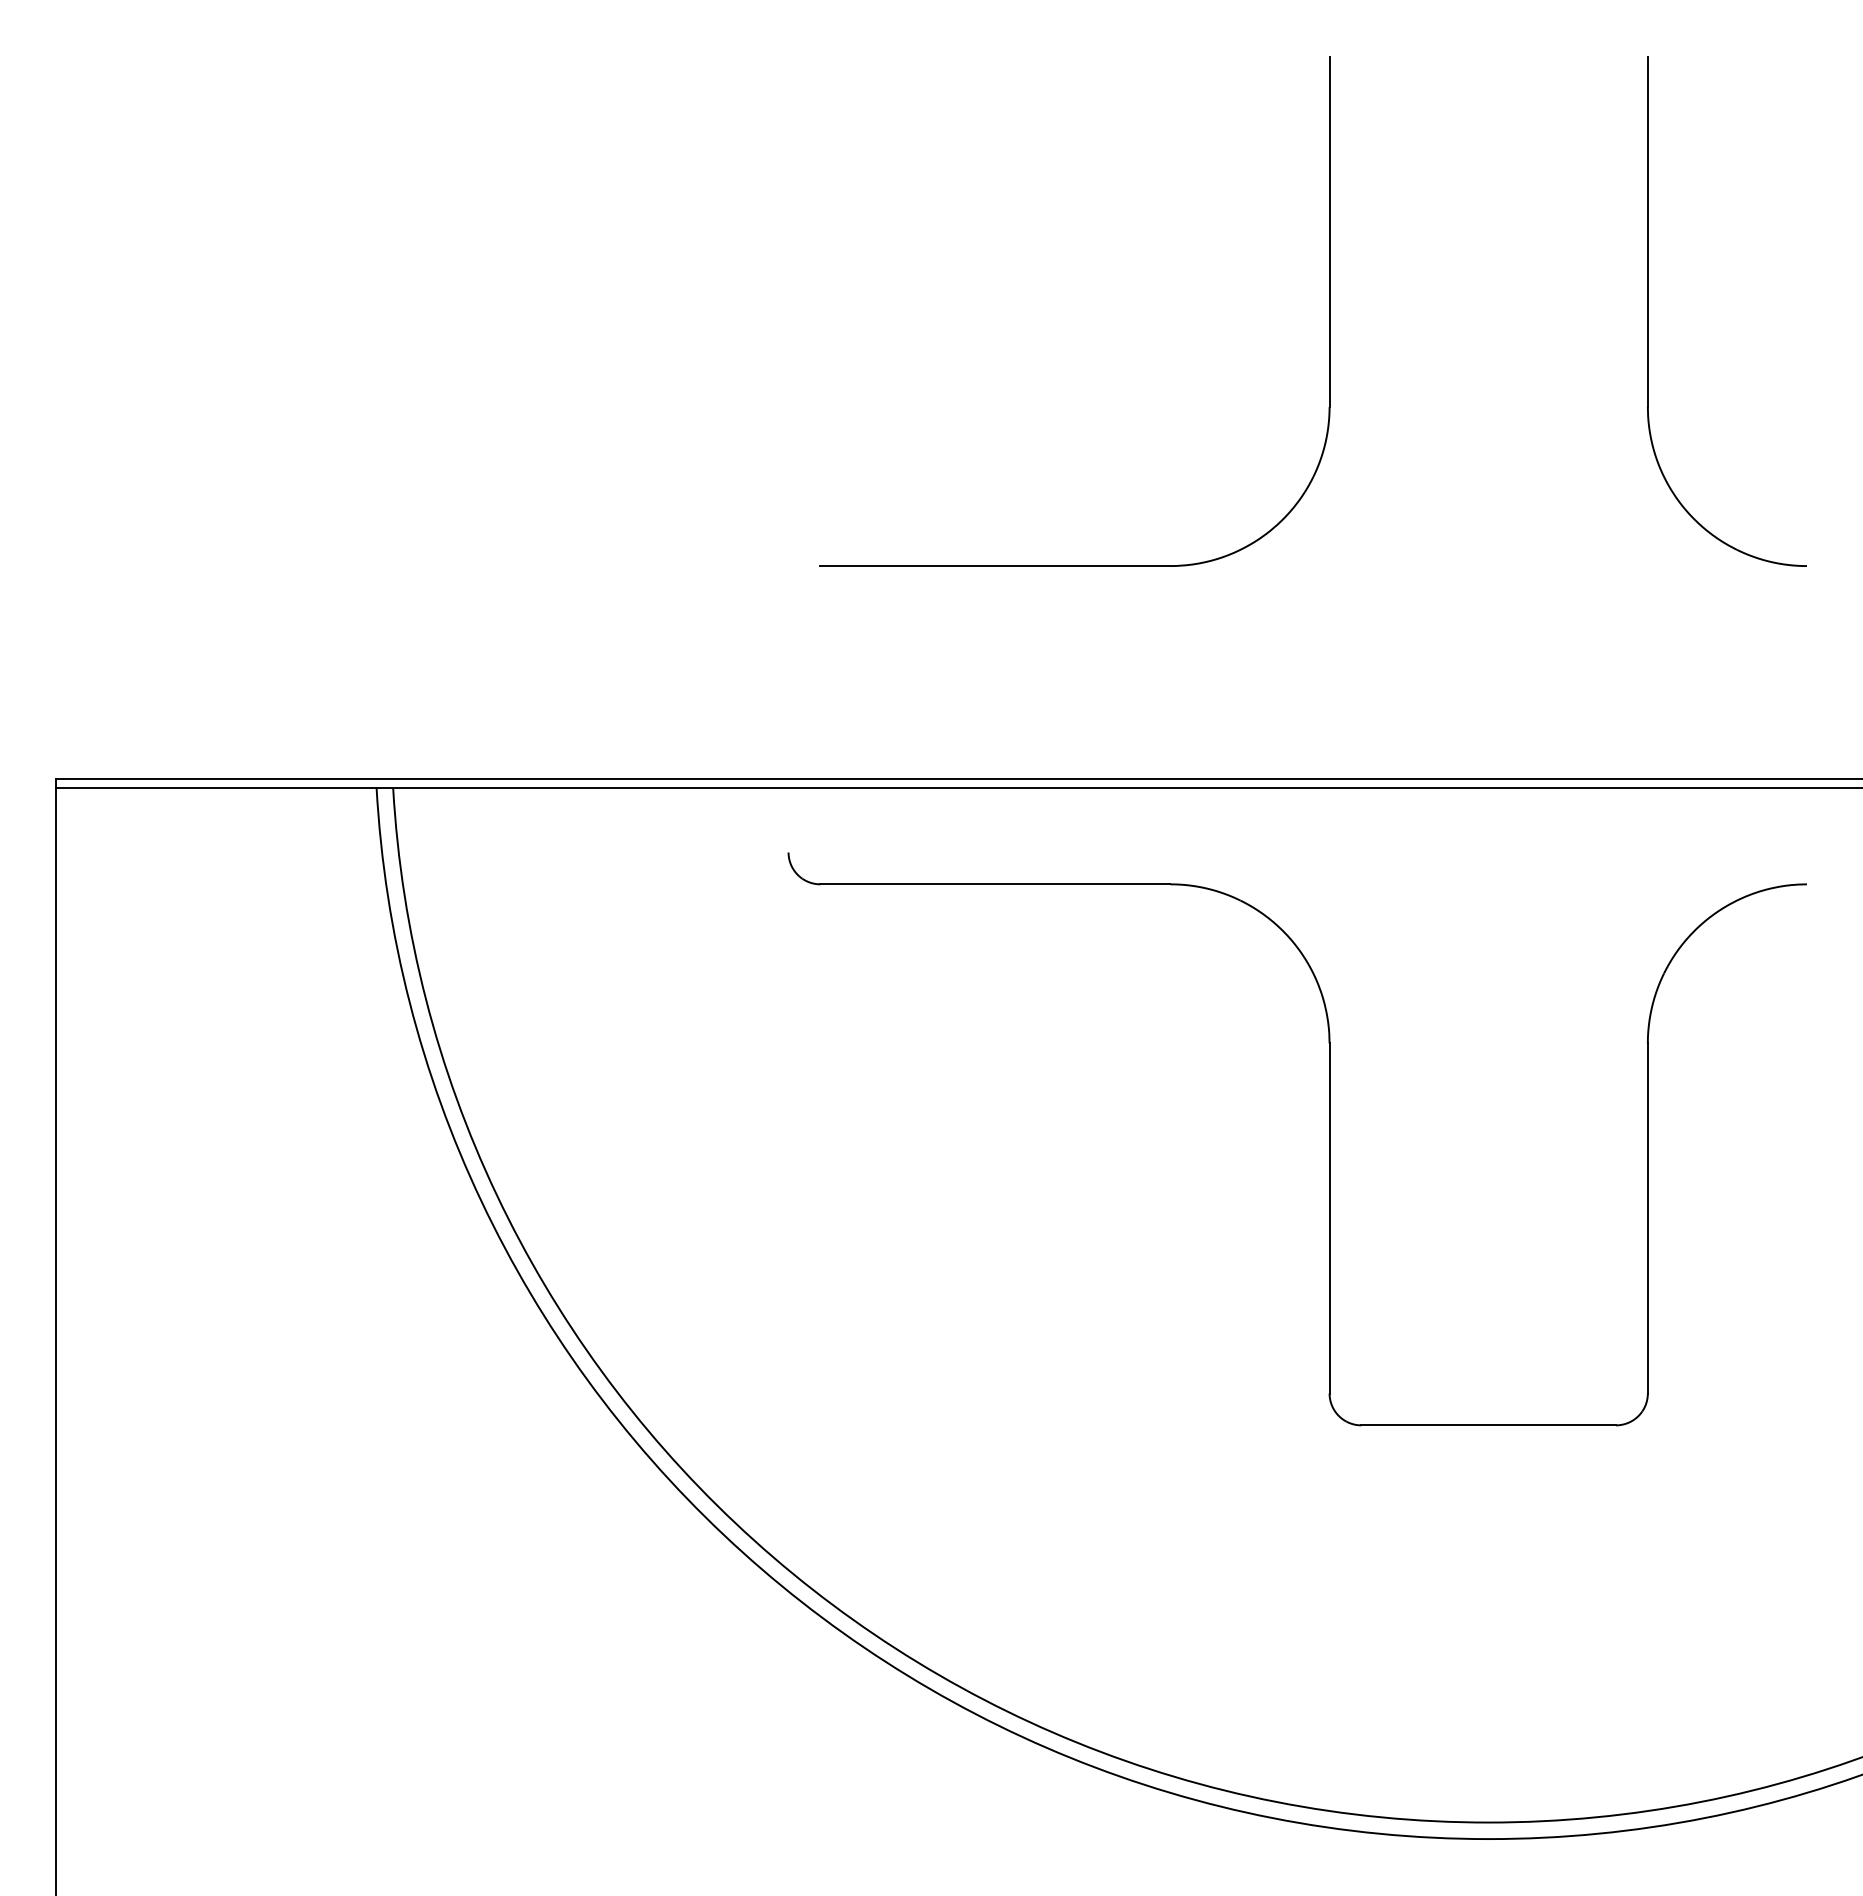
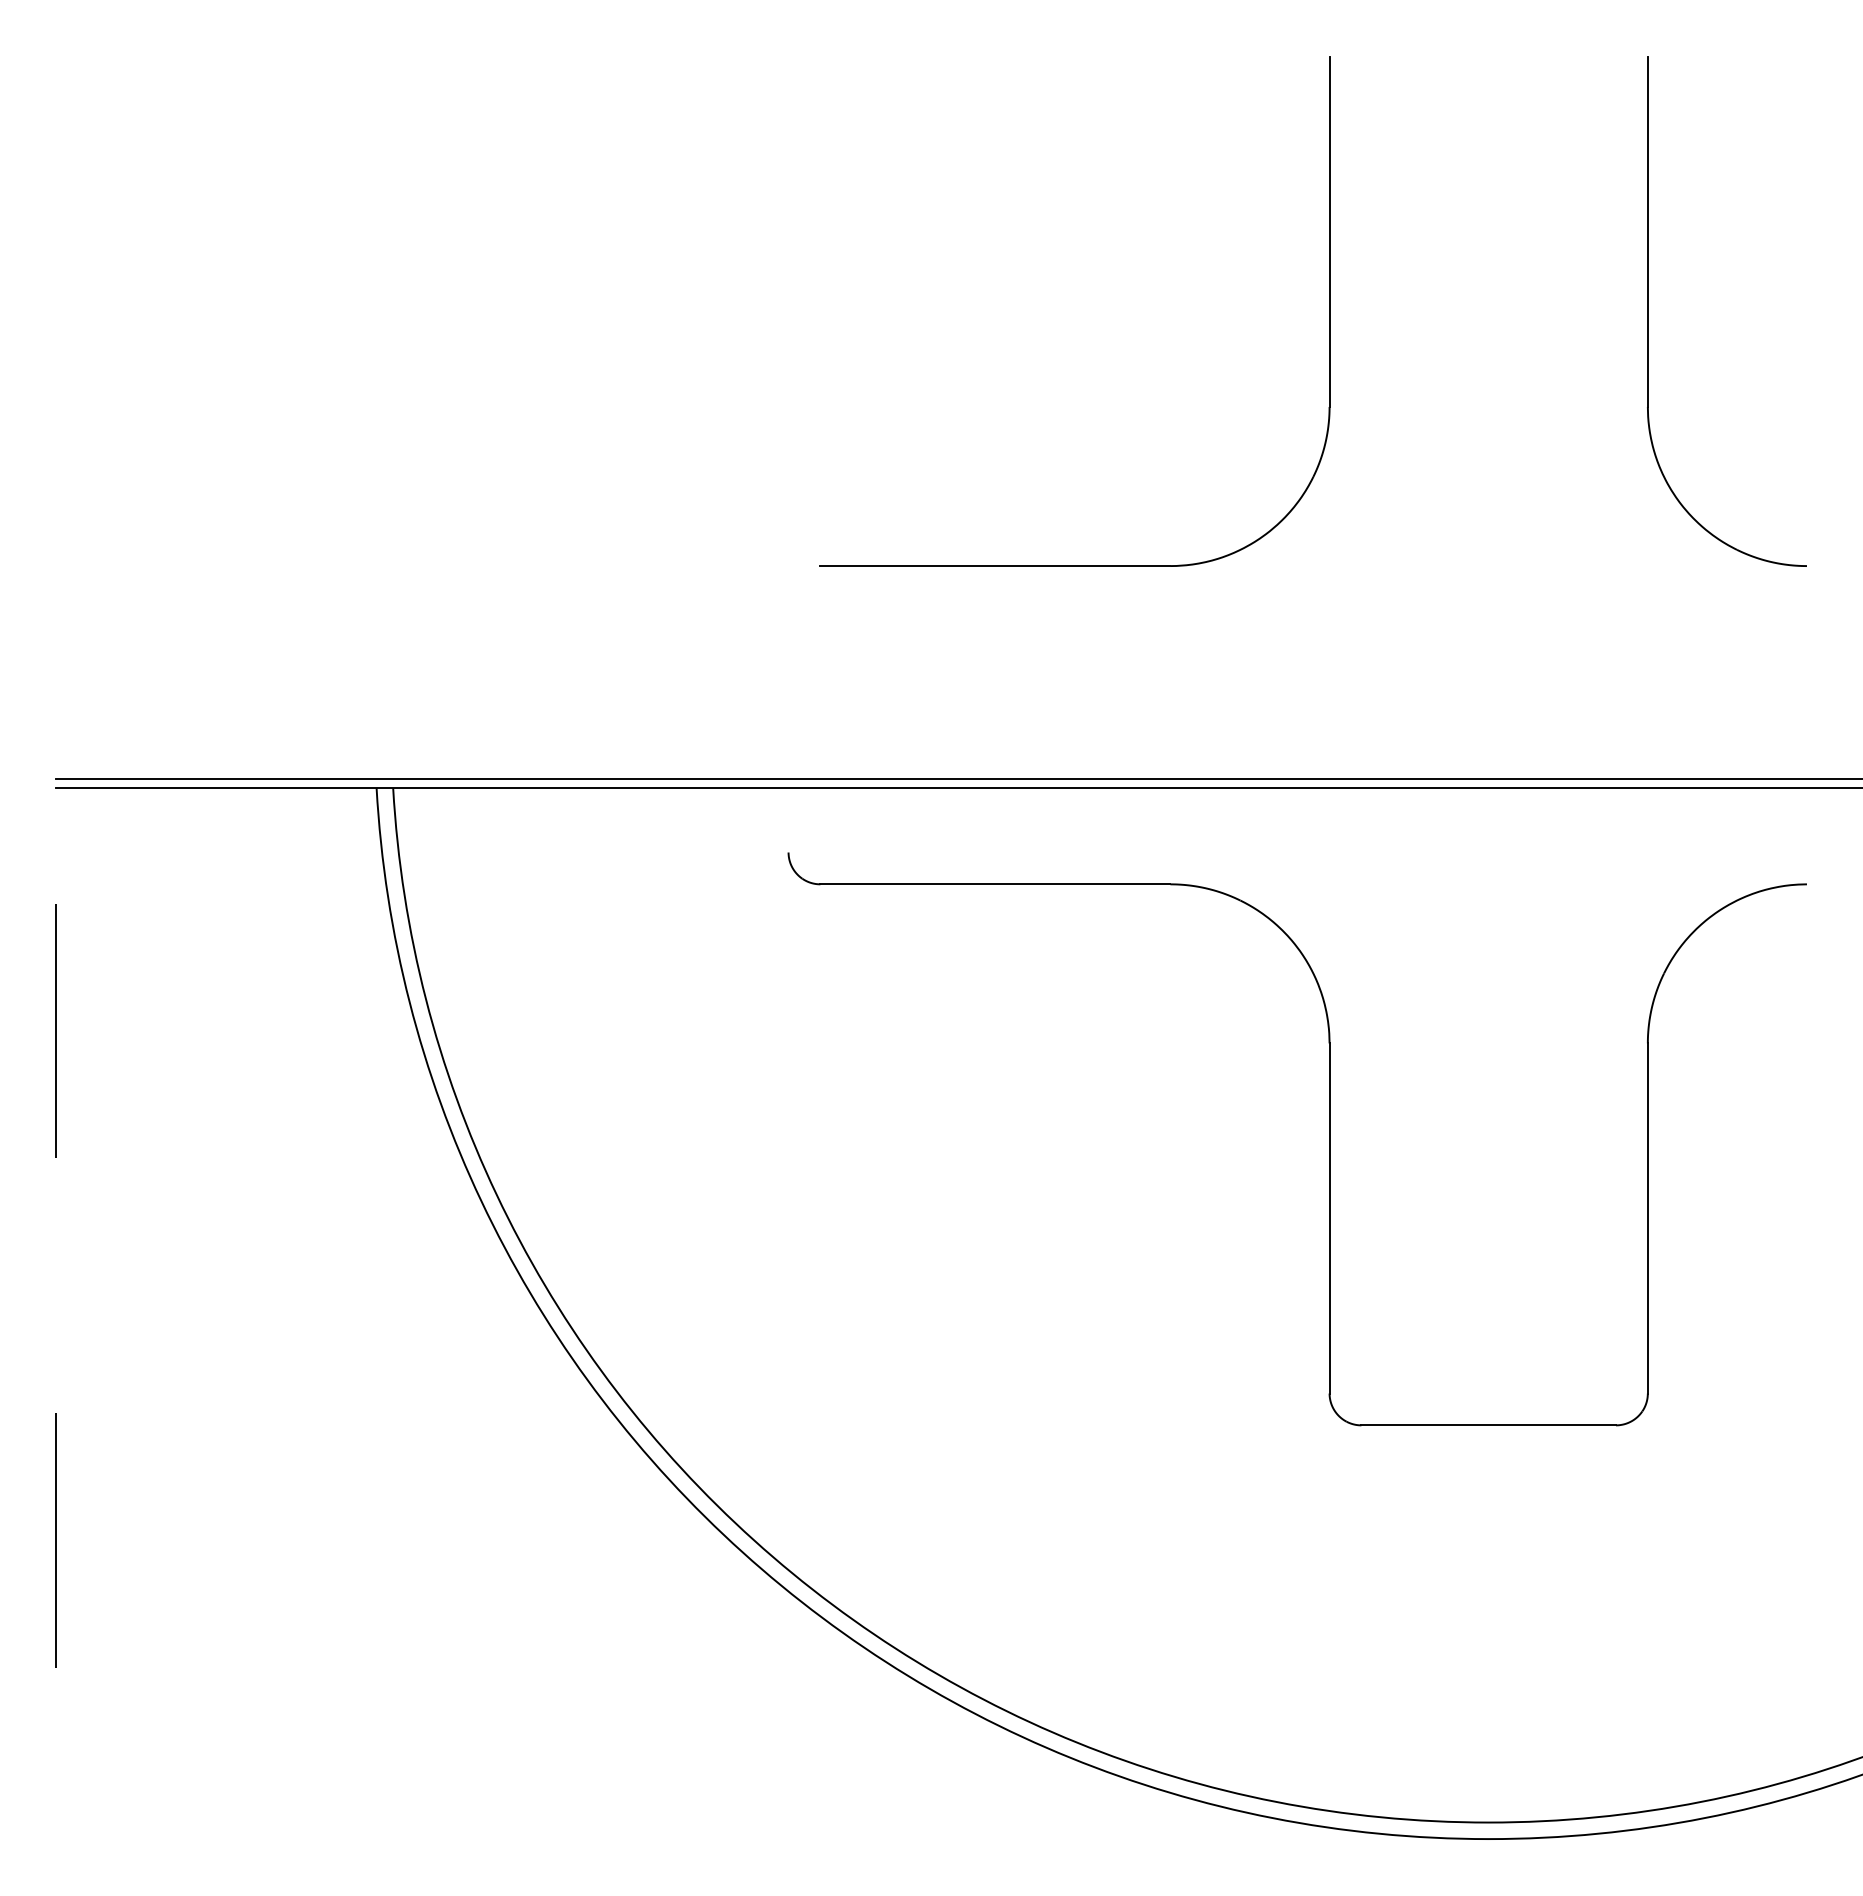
line at (56, 1337): solid -> dashed
